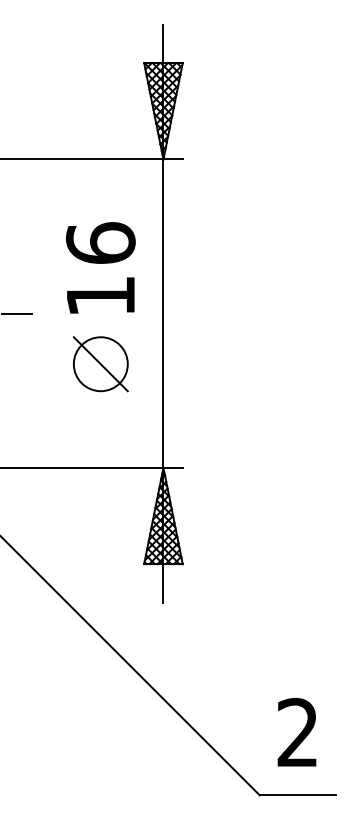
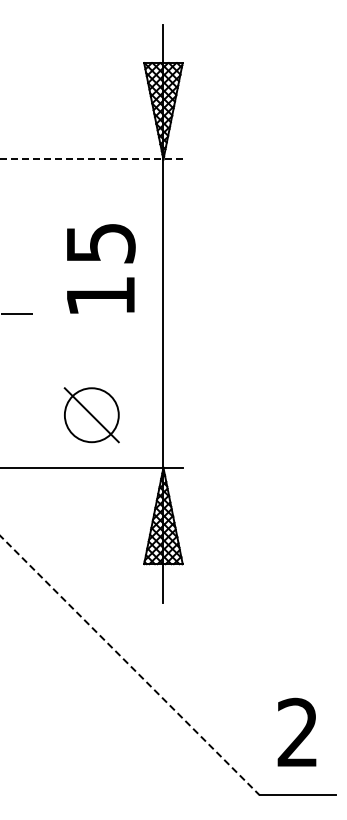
line at (91, 159): solid -> dashed
text at (100, 242): 16 -> 15
part at (100, 364) position: (100, 364) -> (91, 415)
line at (129, 665): solid -> dashed
